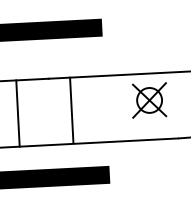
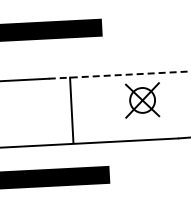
line at (119, 75): solid -> dashed
part at (149, 100) position: (149, 100) -> (142, 100)
line at (17, 113): present -> none
